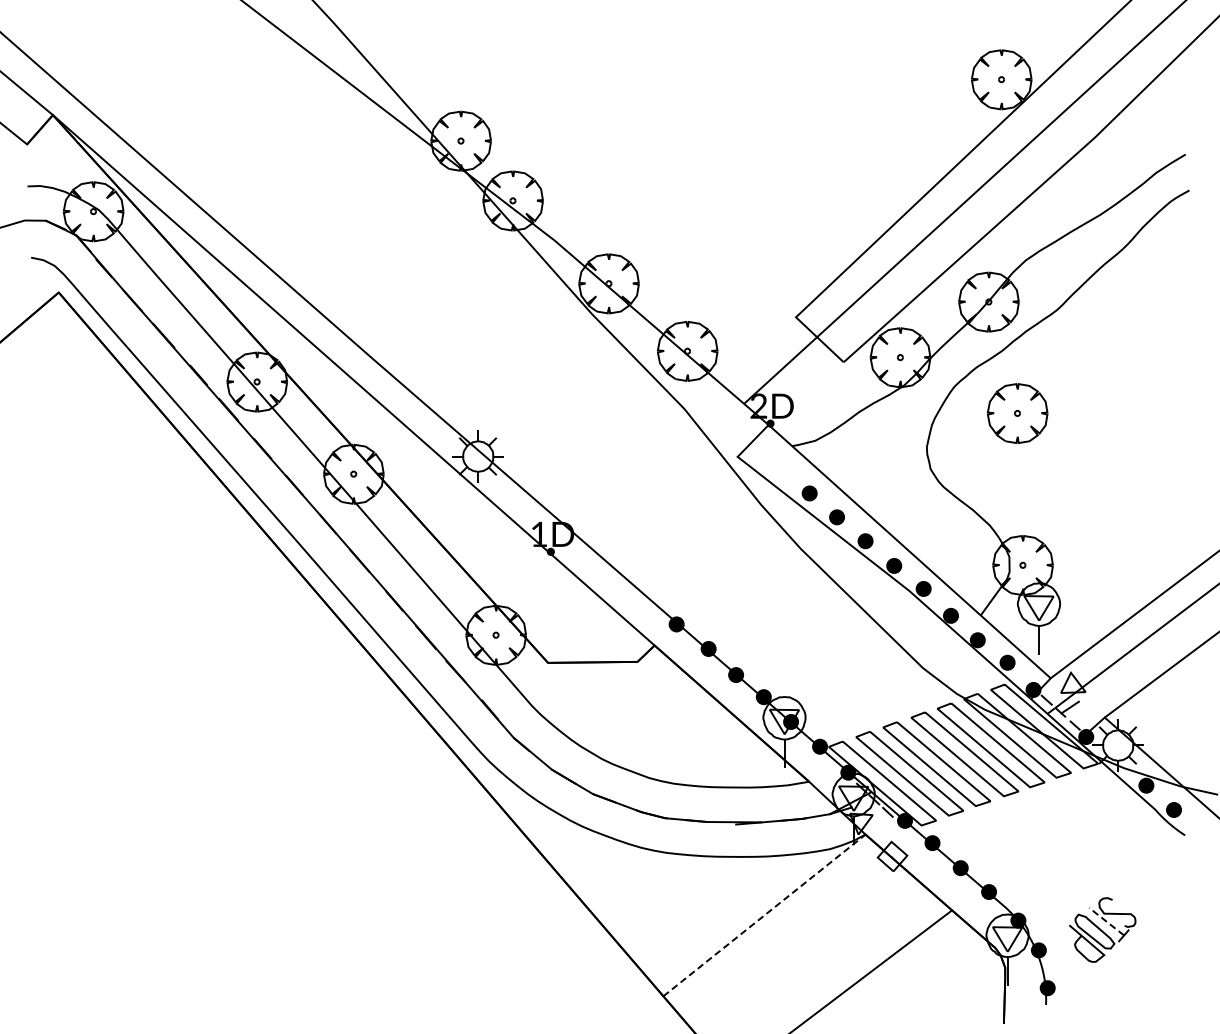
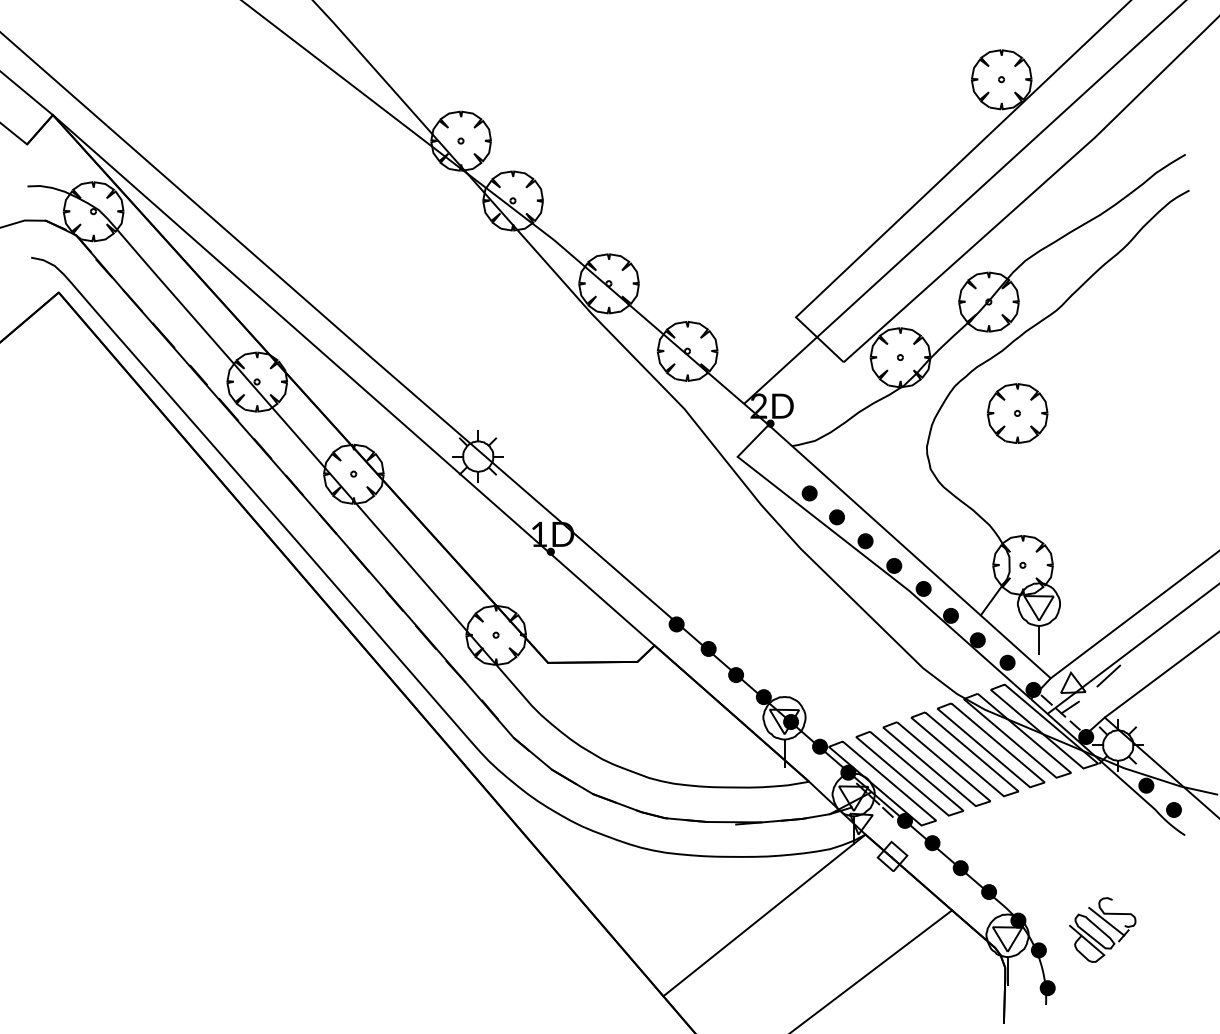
line at (1108, 675): none -> present
line at (764, 915): dashed -> solid
line at (1106, 921): dashed -> solid
